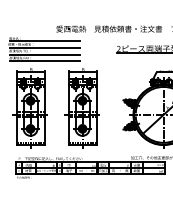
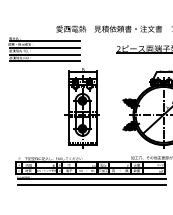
part at (29, 108): present -> none
line at (91, 179): none -> present
line at (91, 184): none -> present
